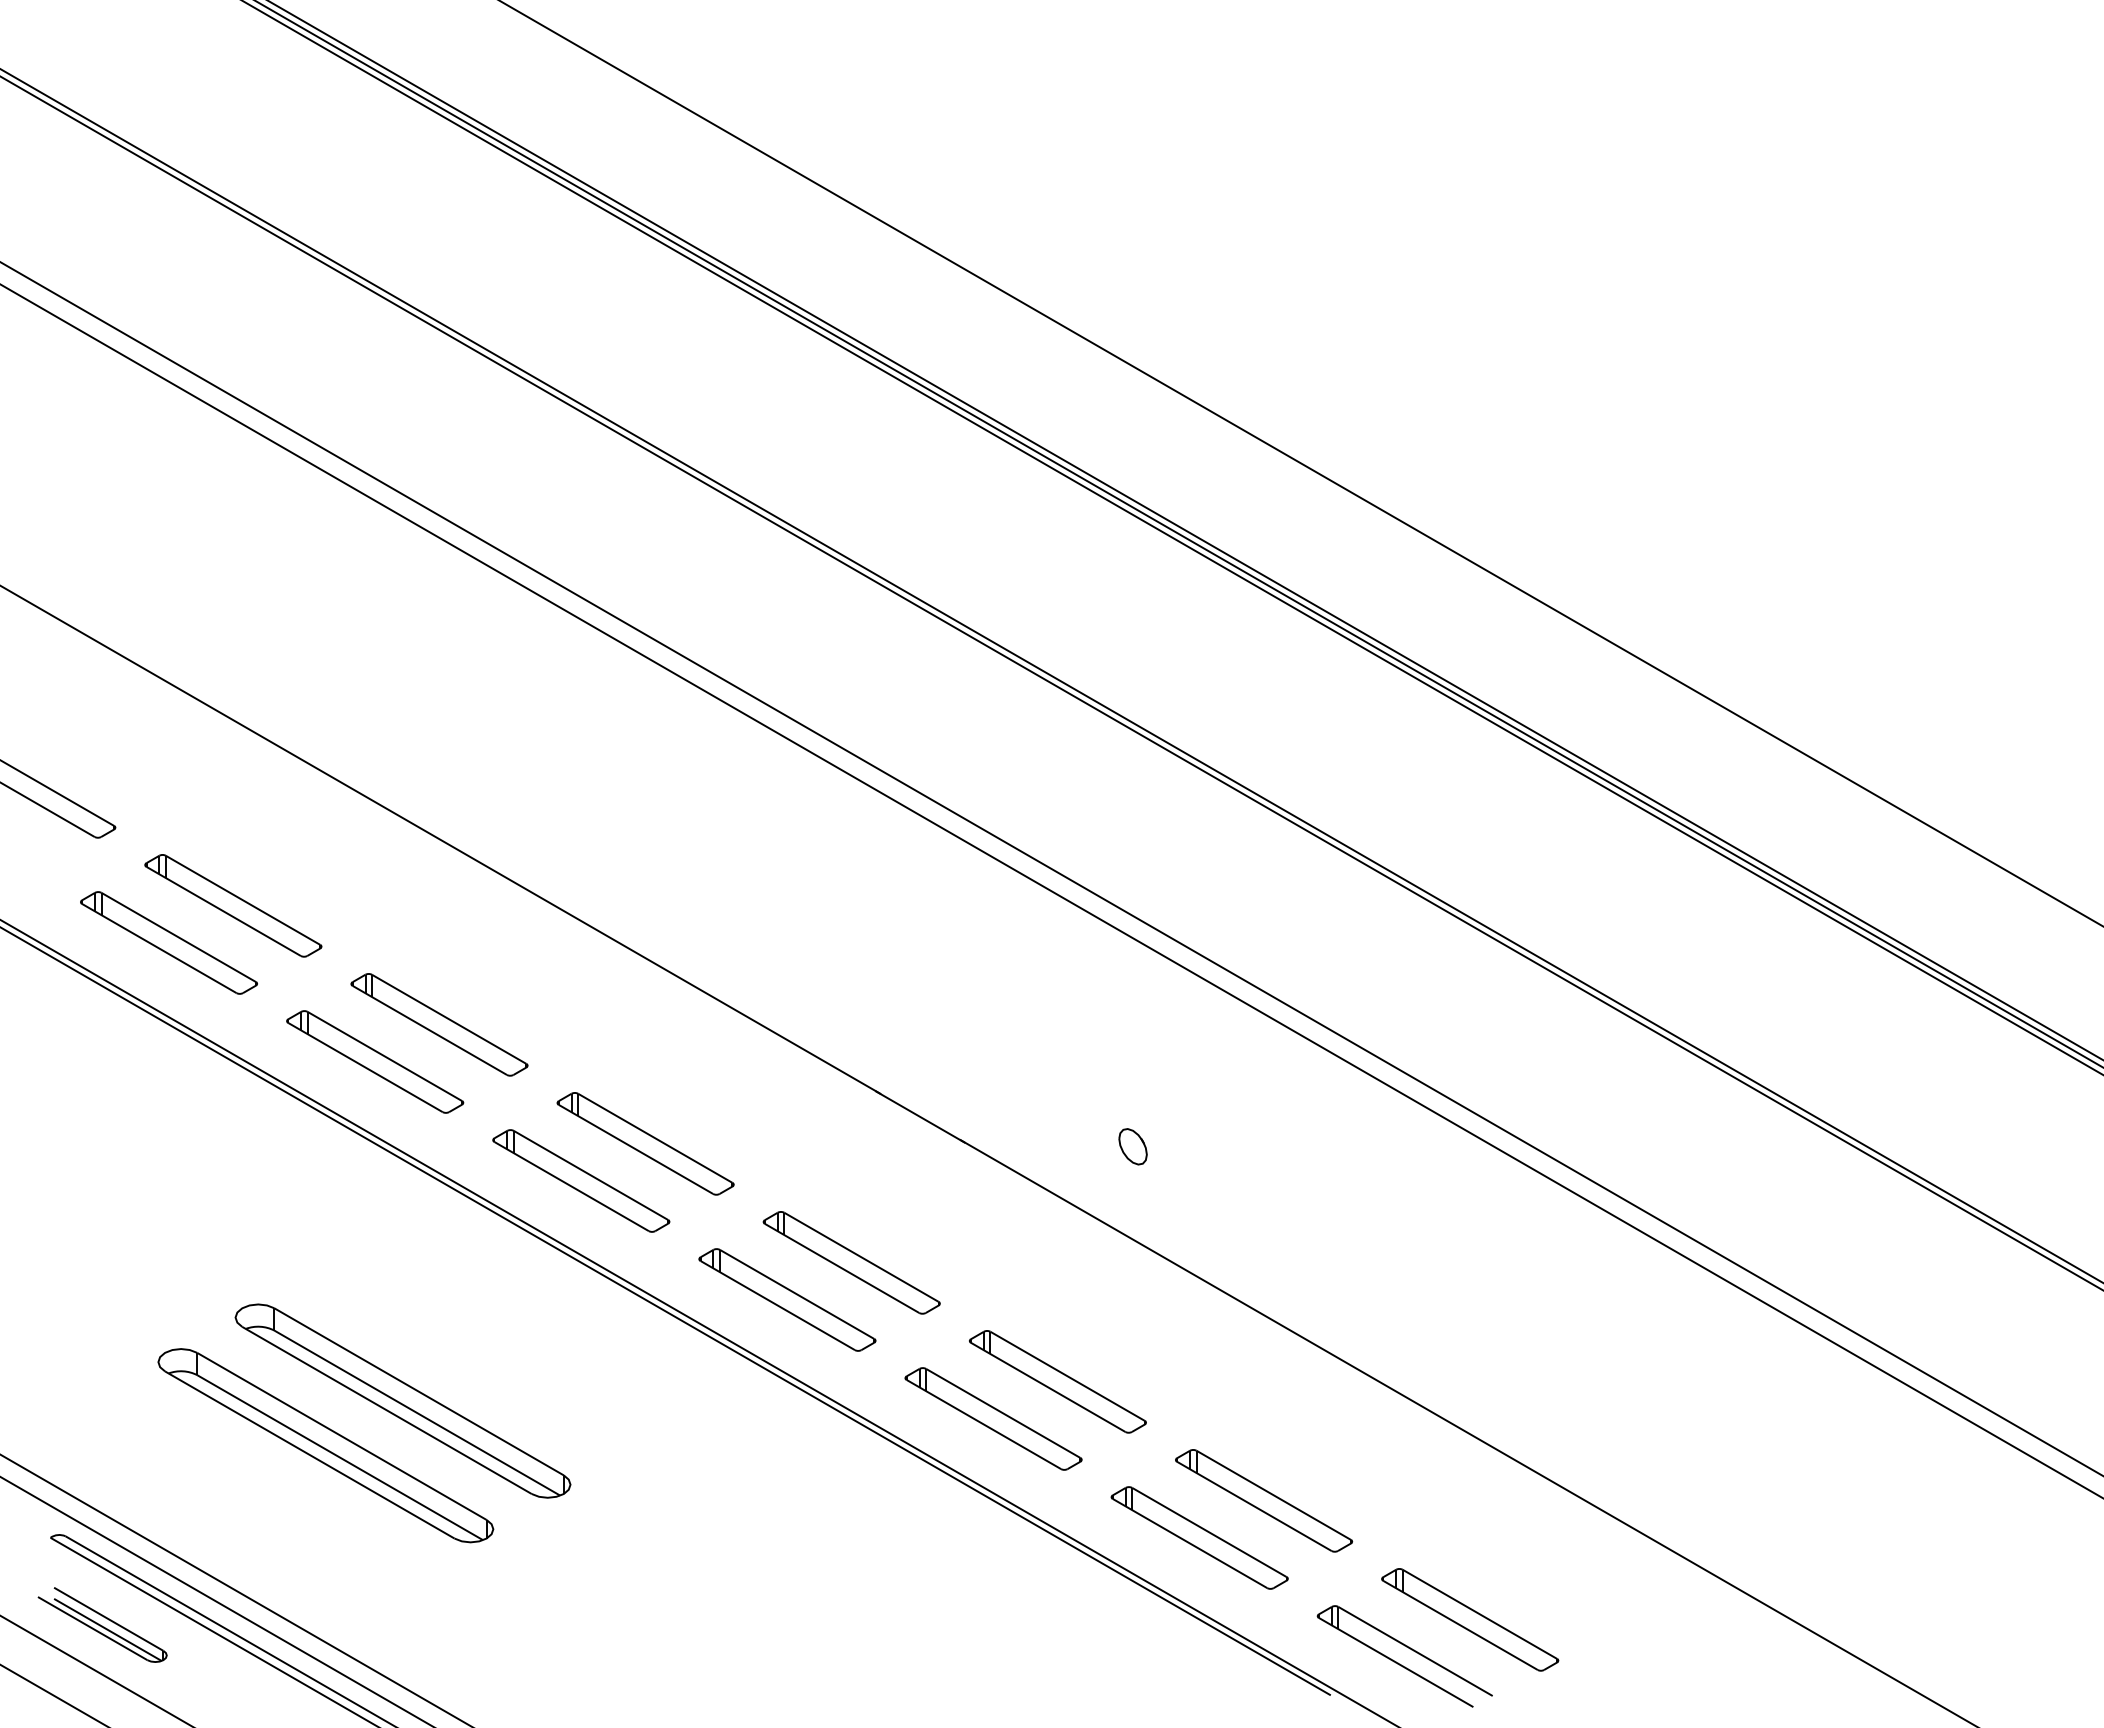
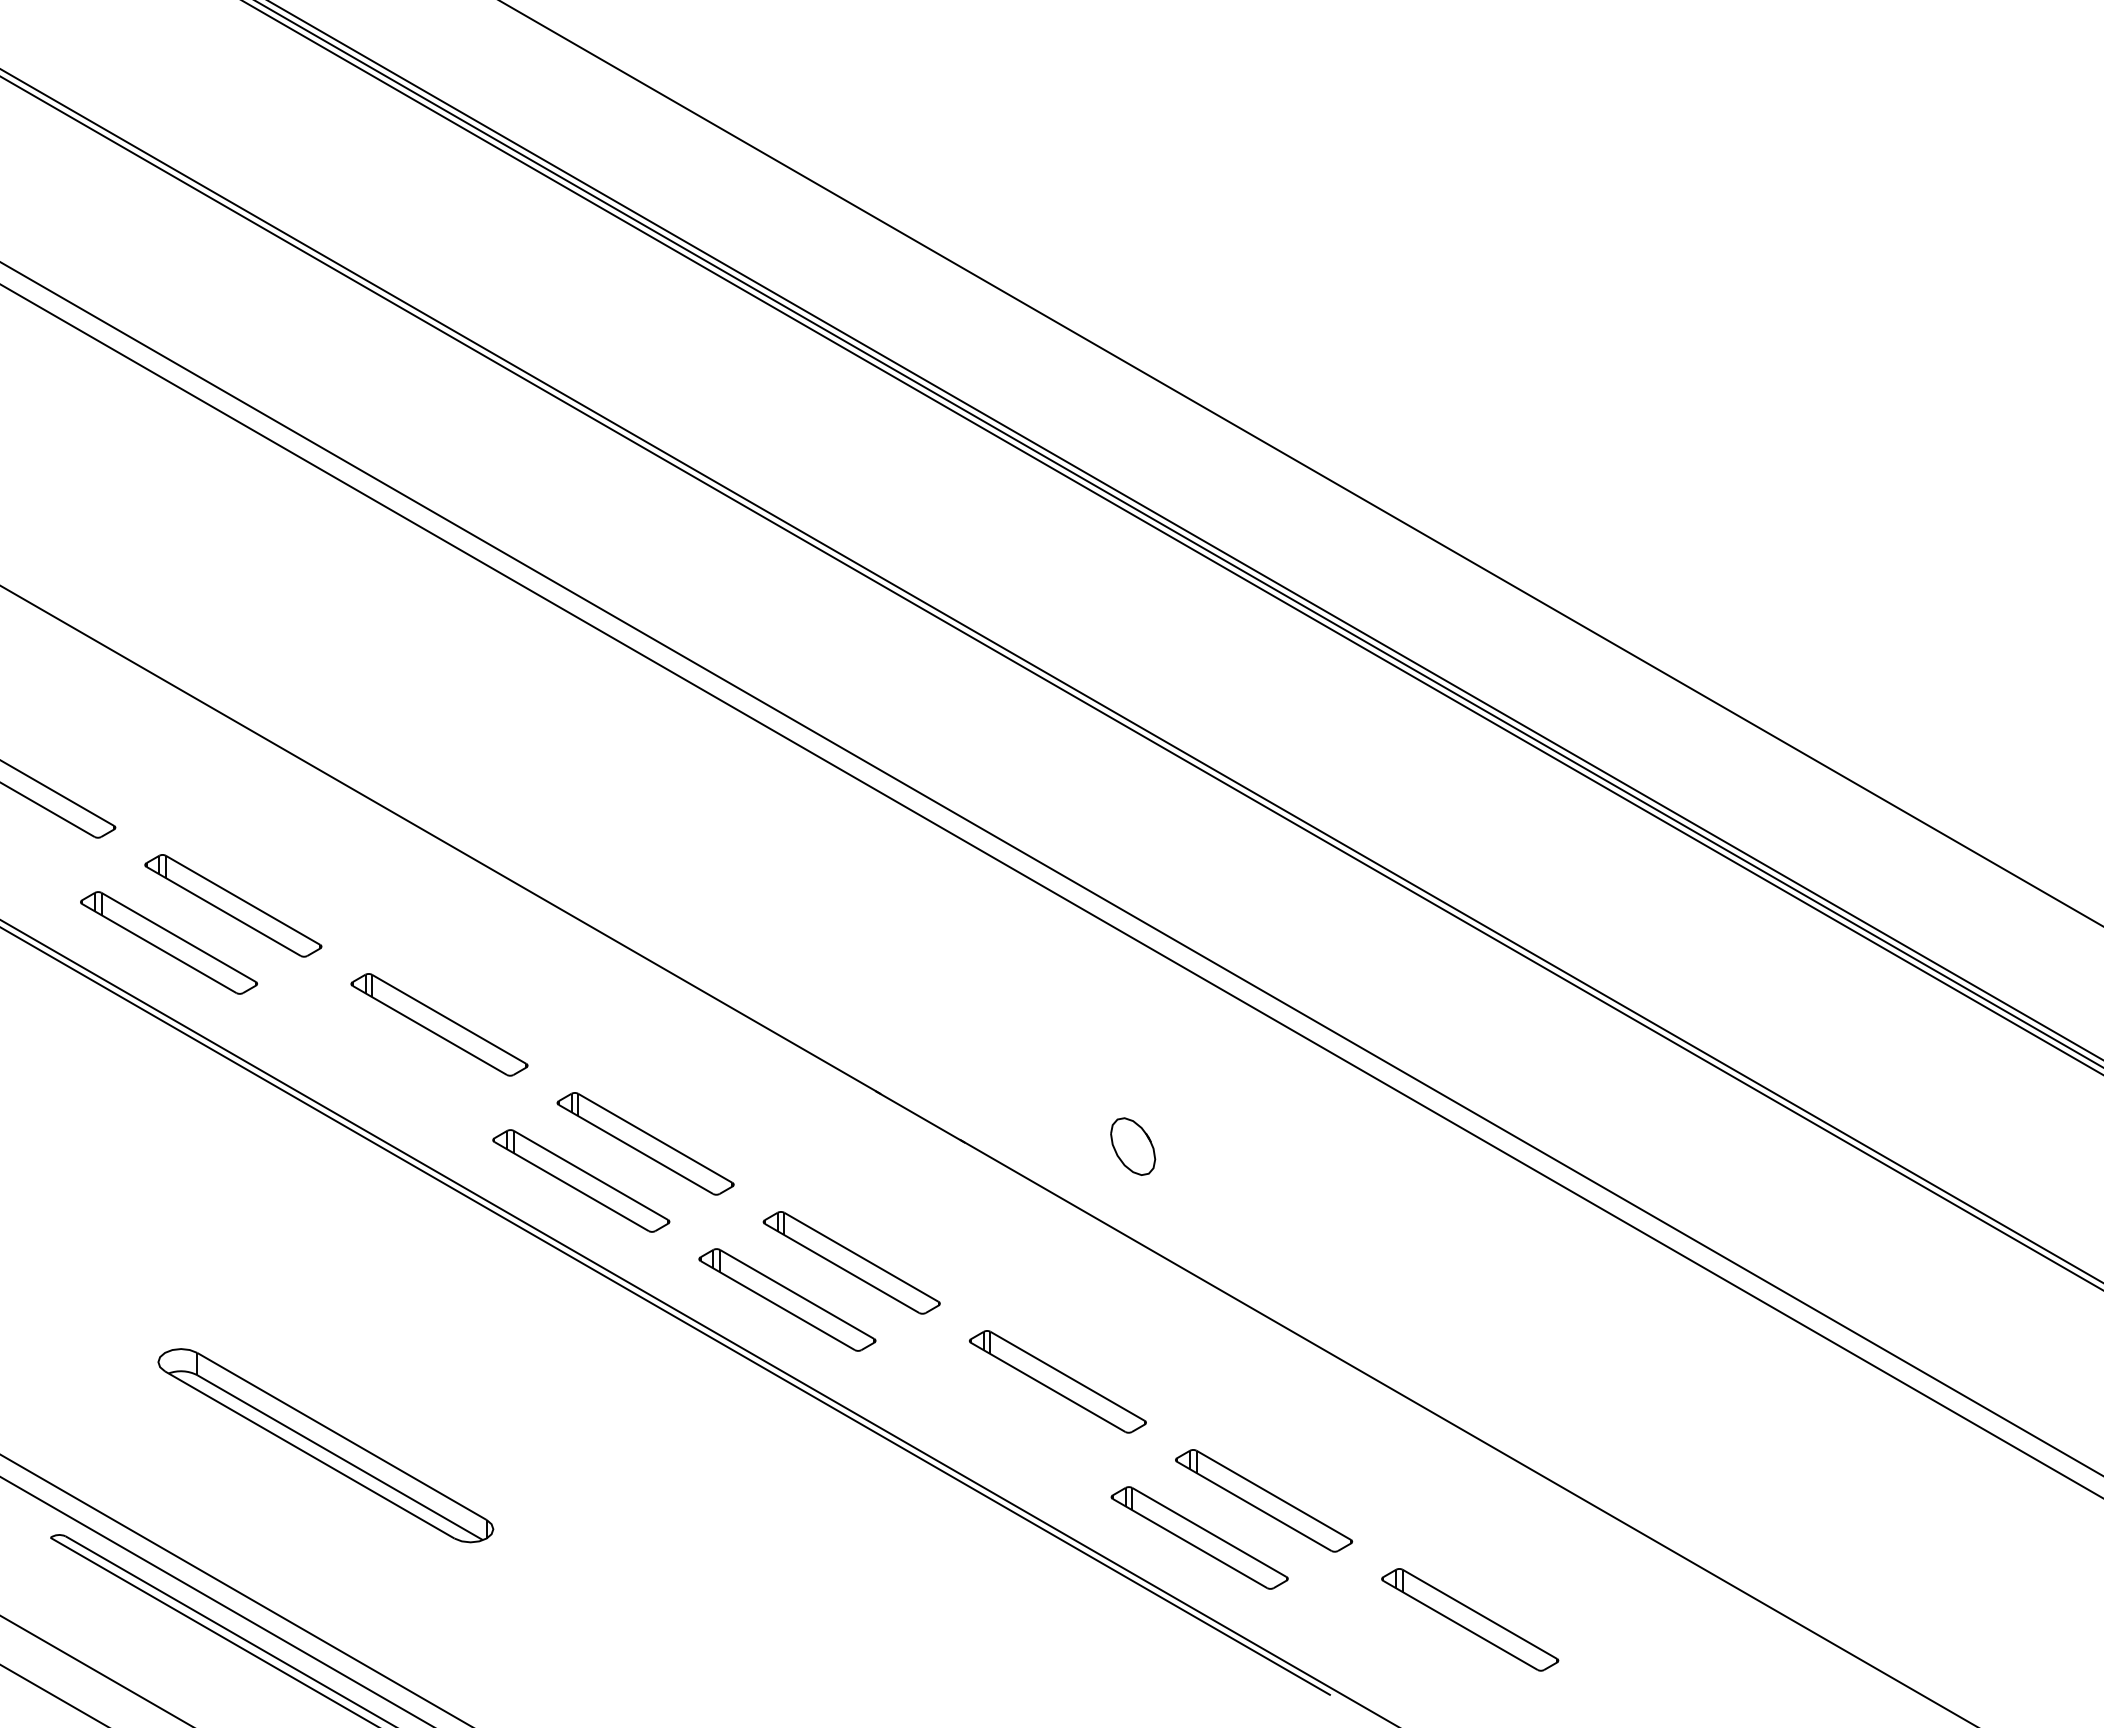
part at (375, 1061): present -> none
part at (1132, 1146) size: 30x38 px -> 47x59 px
part at (402, 1400): present -> none
part at (993, 1418): present -> none
part at (102, 1624): present -> none
part at (1398, 1662): present -> none
